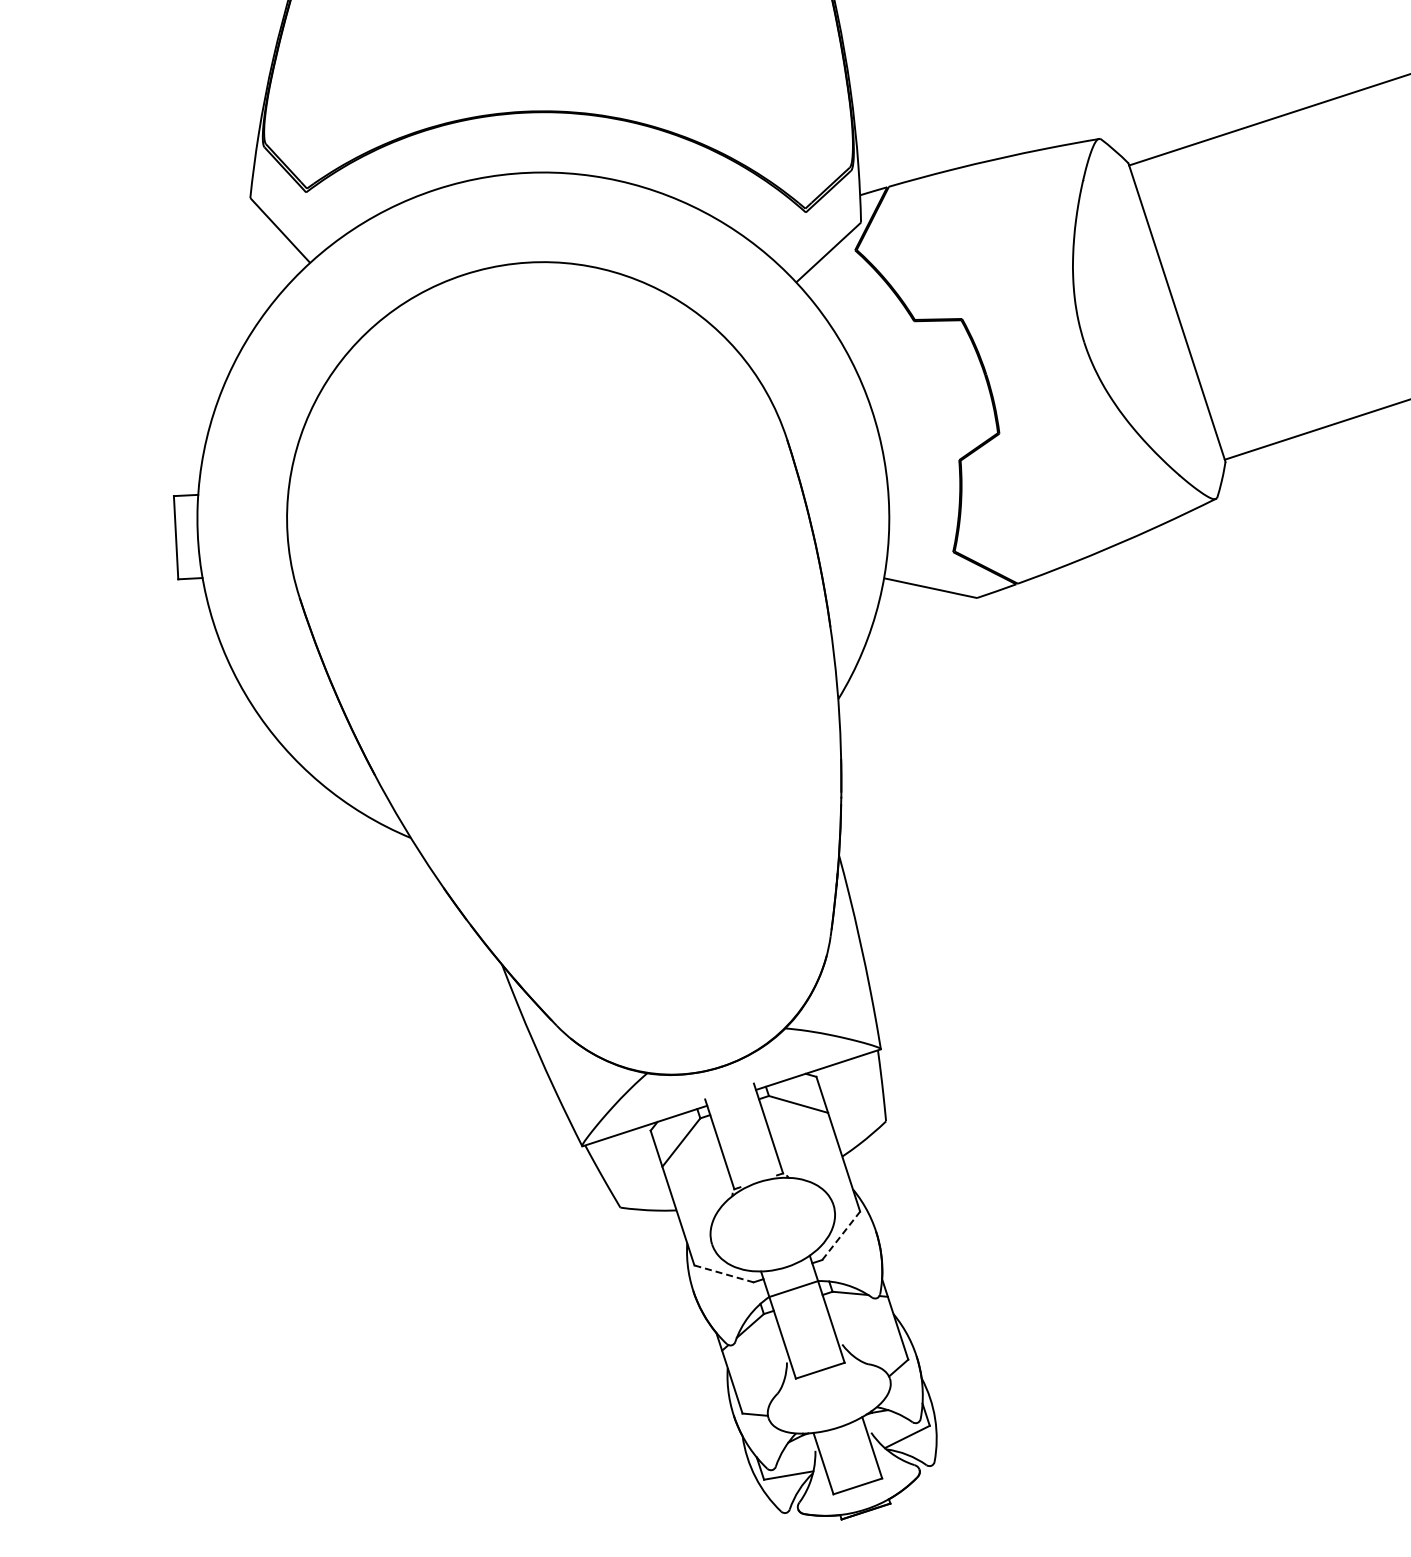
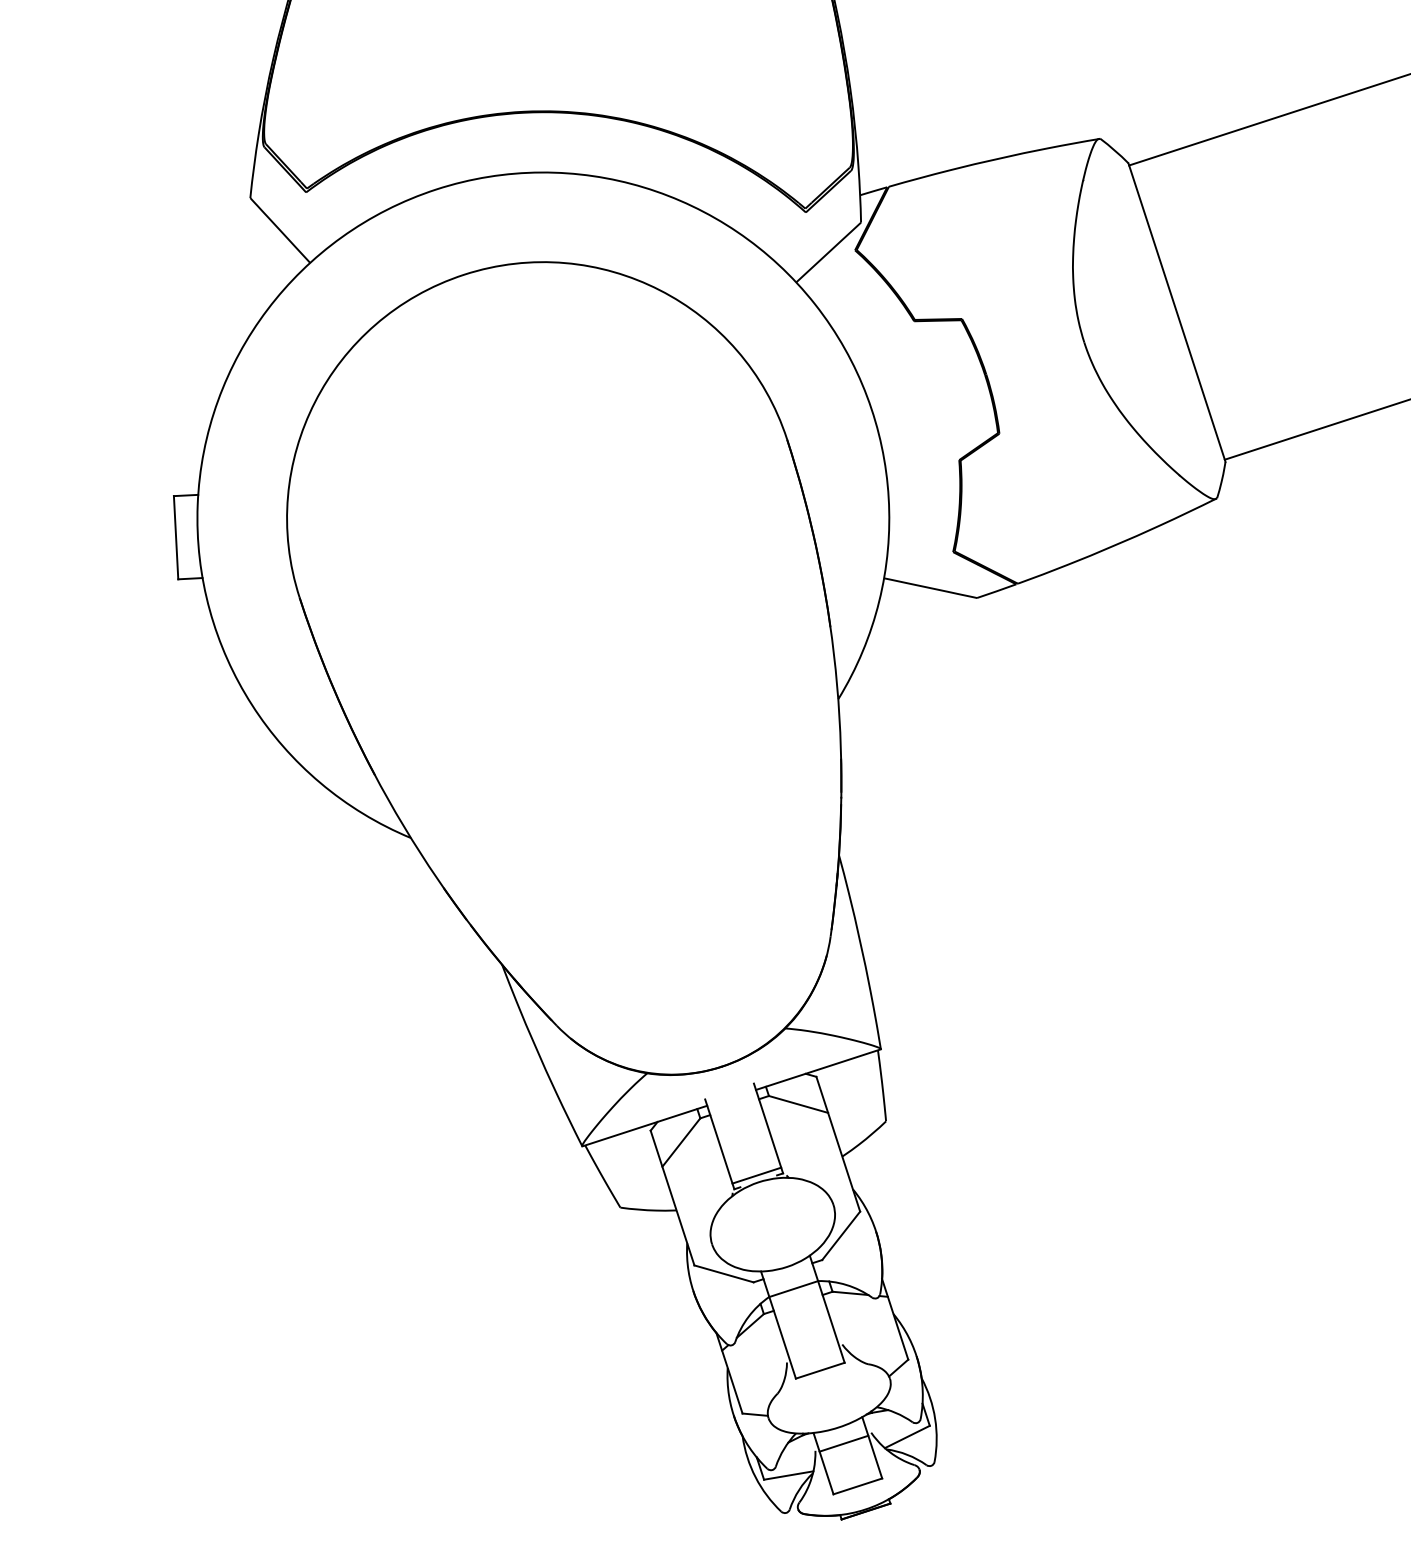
line at (756, 1175): none -> present
line at (841, 1235): dashed -> solid
line at (724, 1273): dashed -> solid
line at (843, 1443): none -> present
